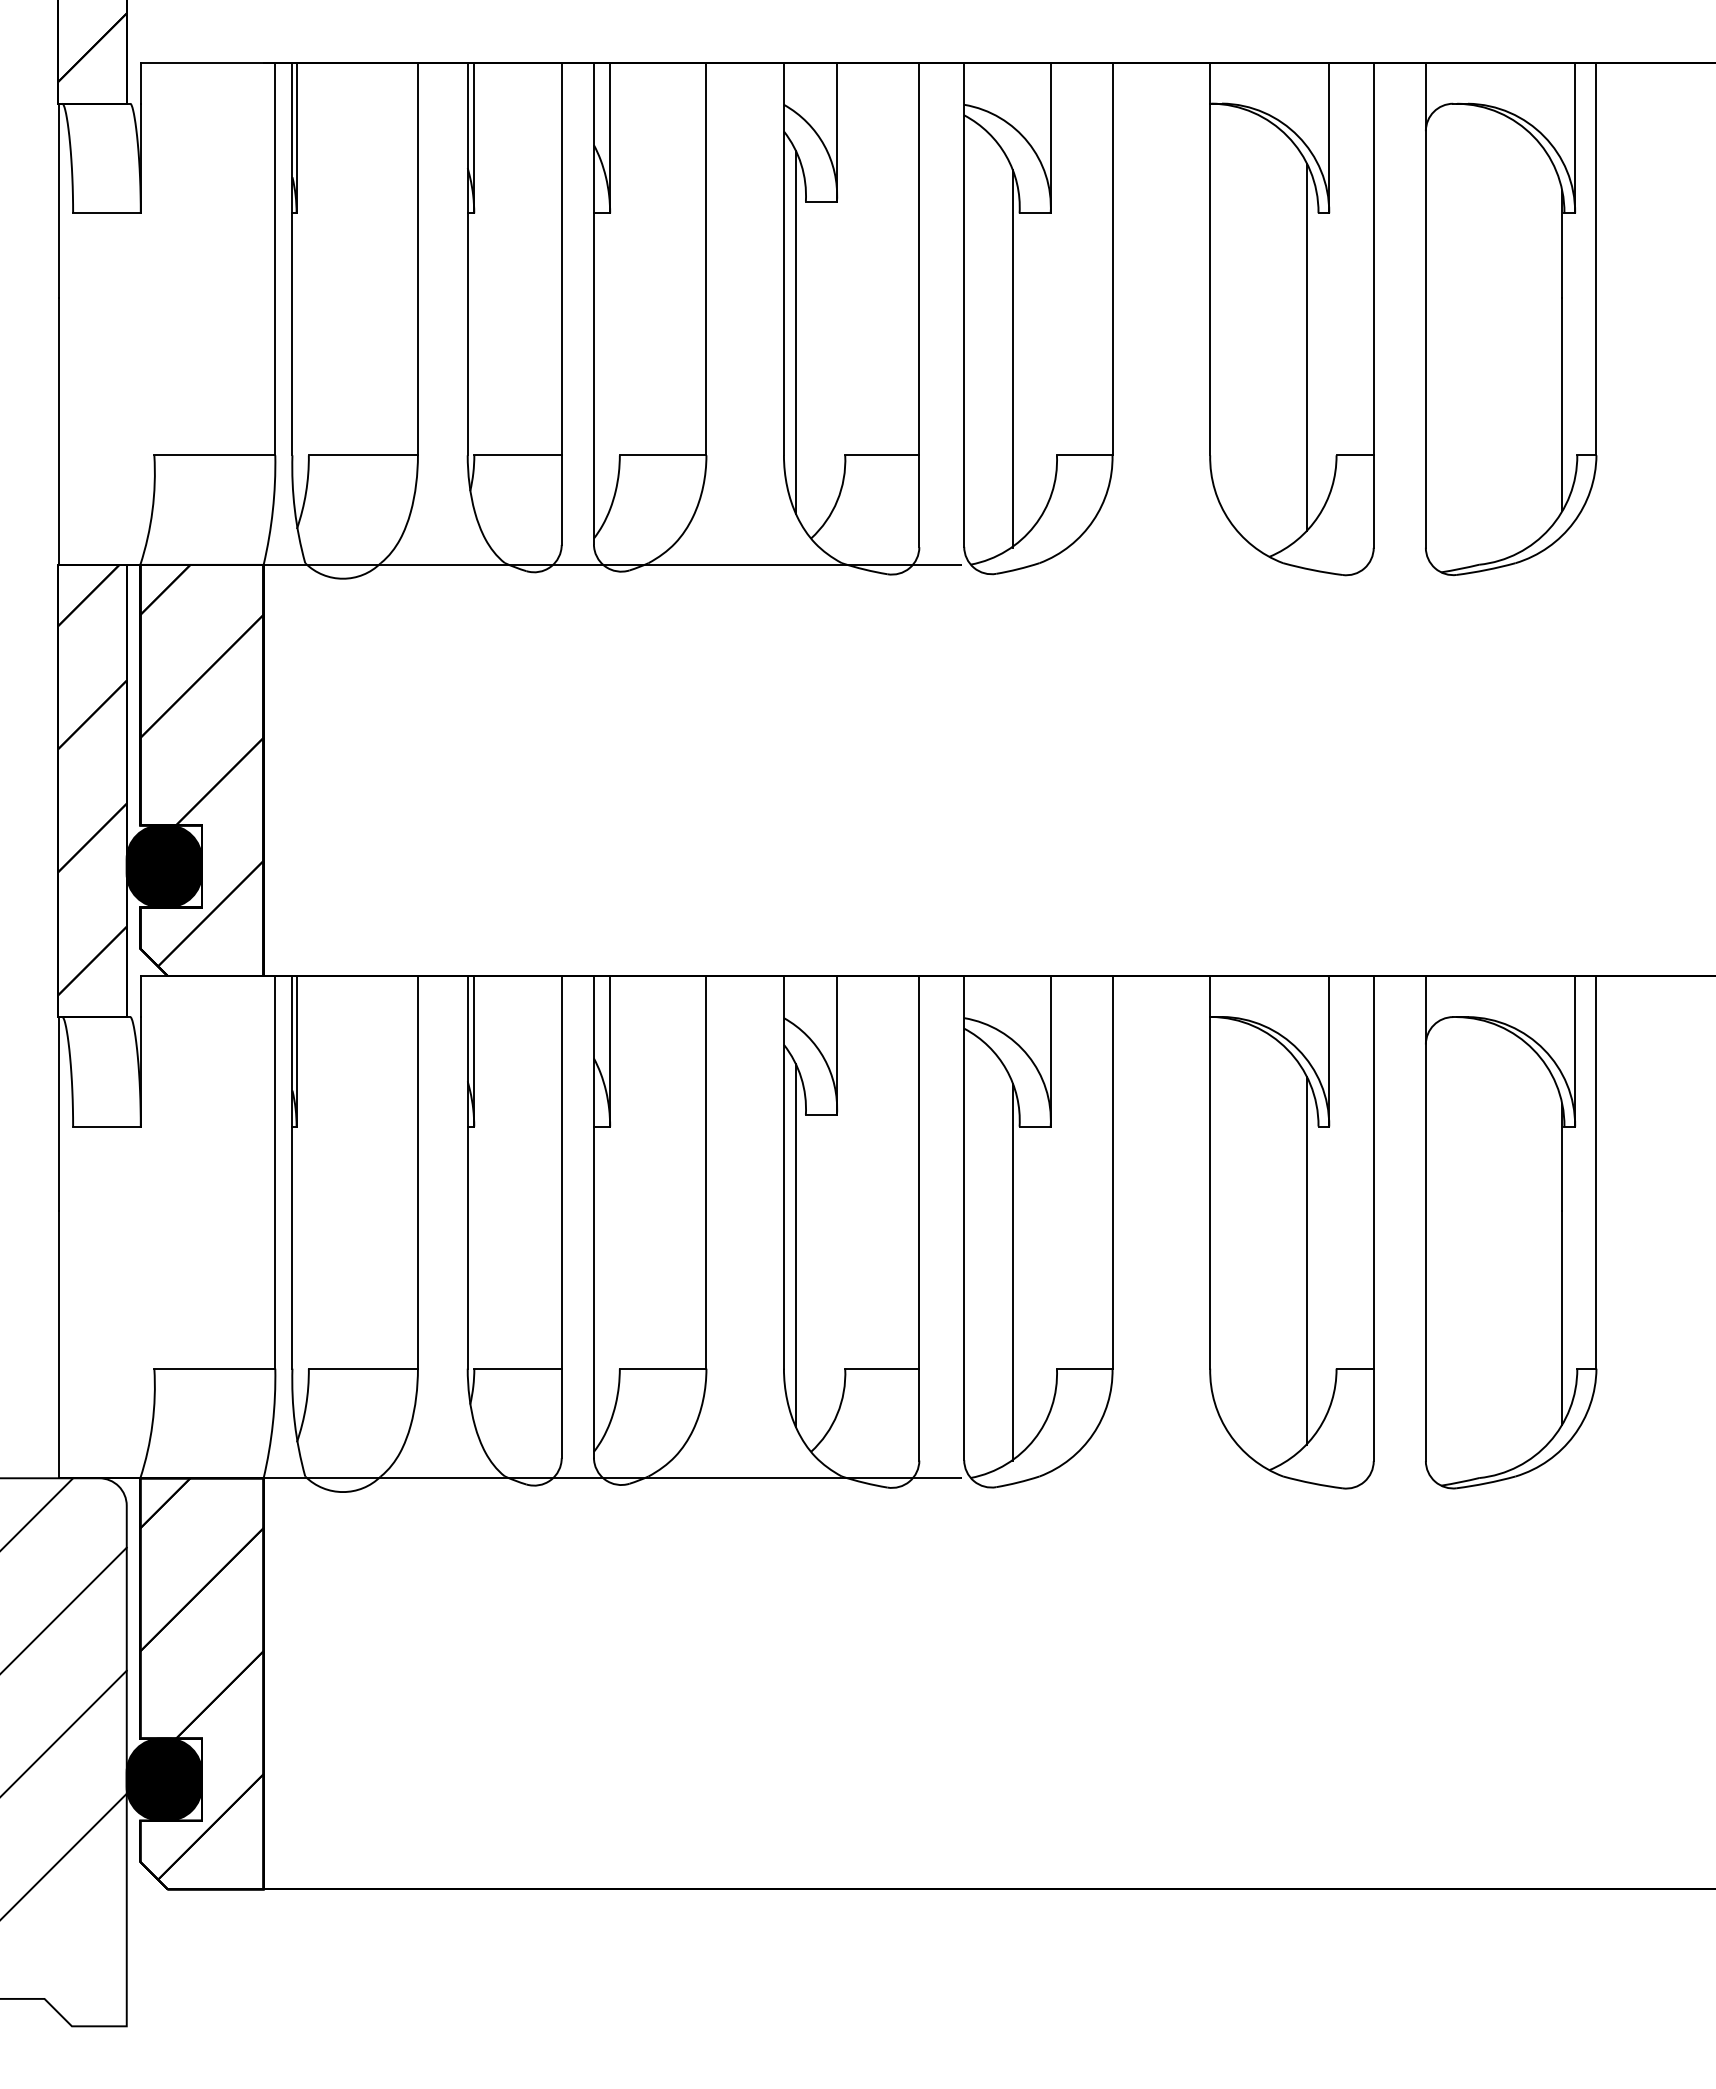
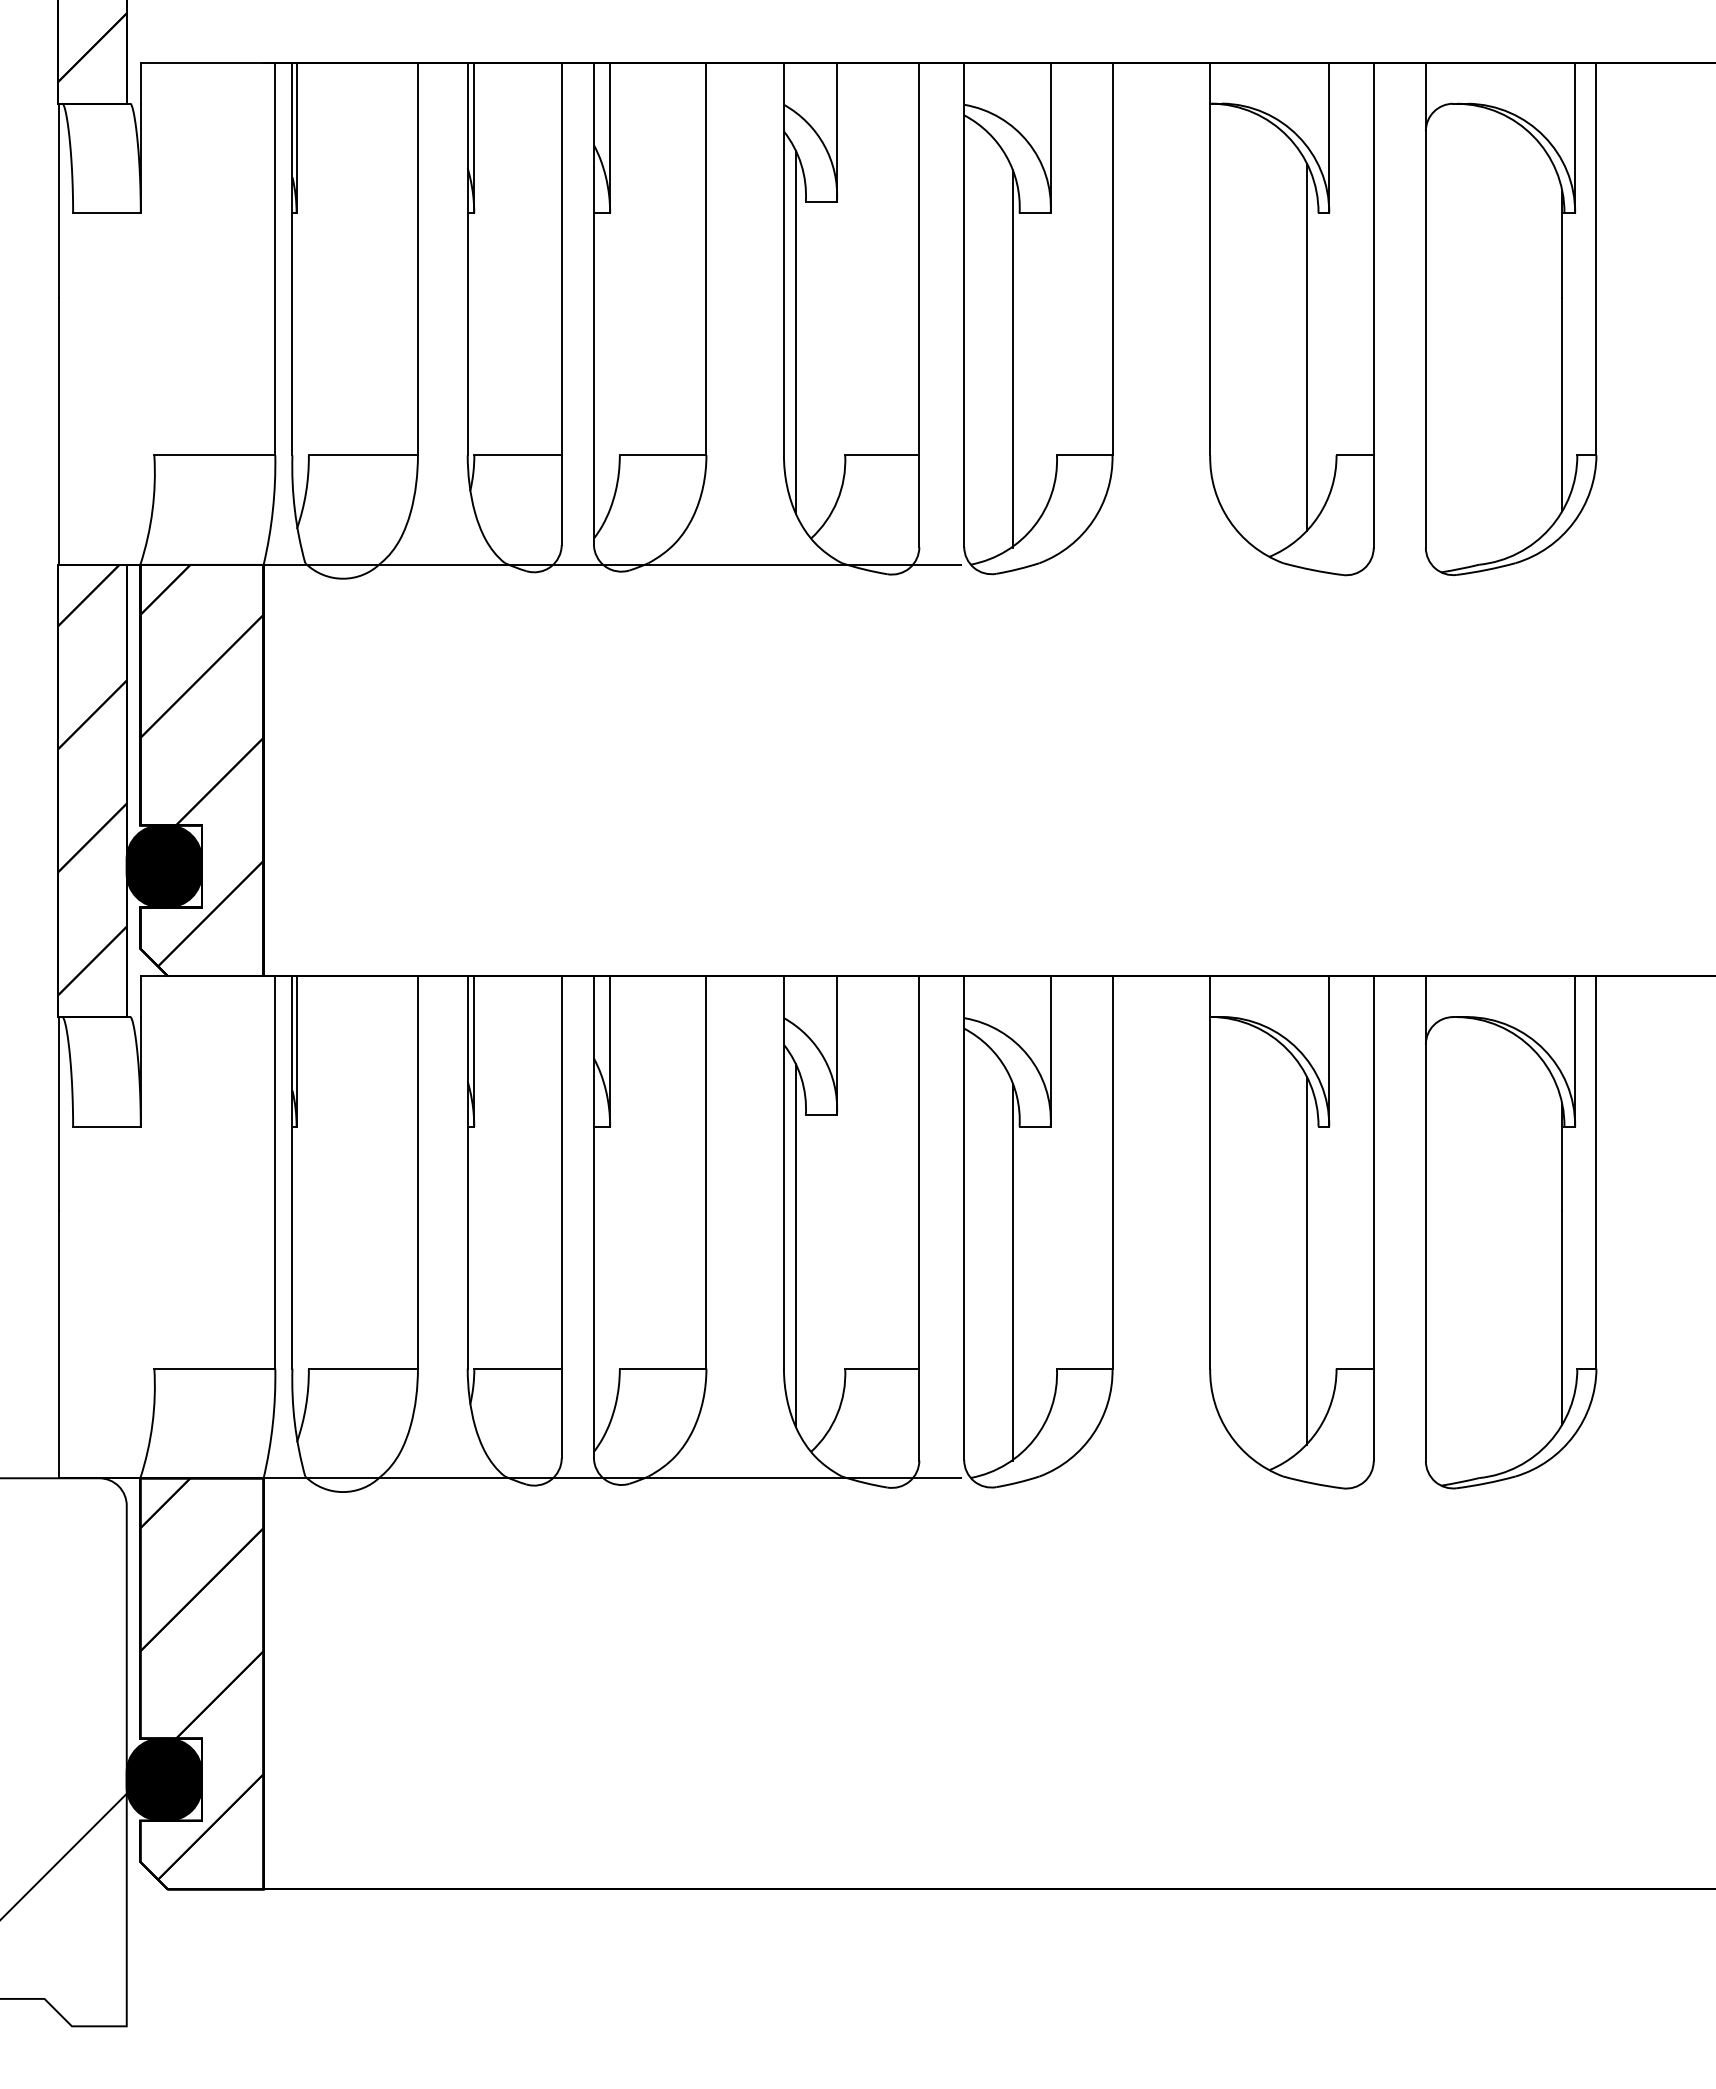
line at (37, 1513): present -> none
line at (64, 1609): present -> none
line at (64, 1732): present -> none
